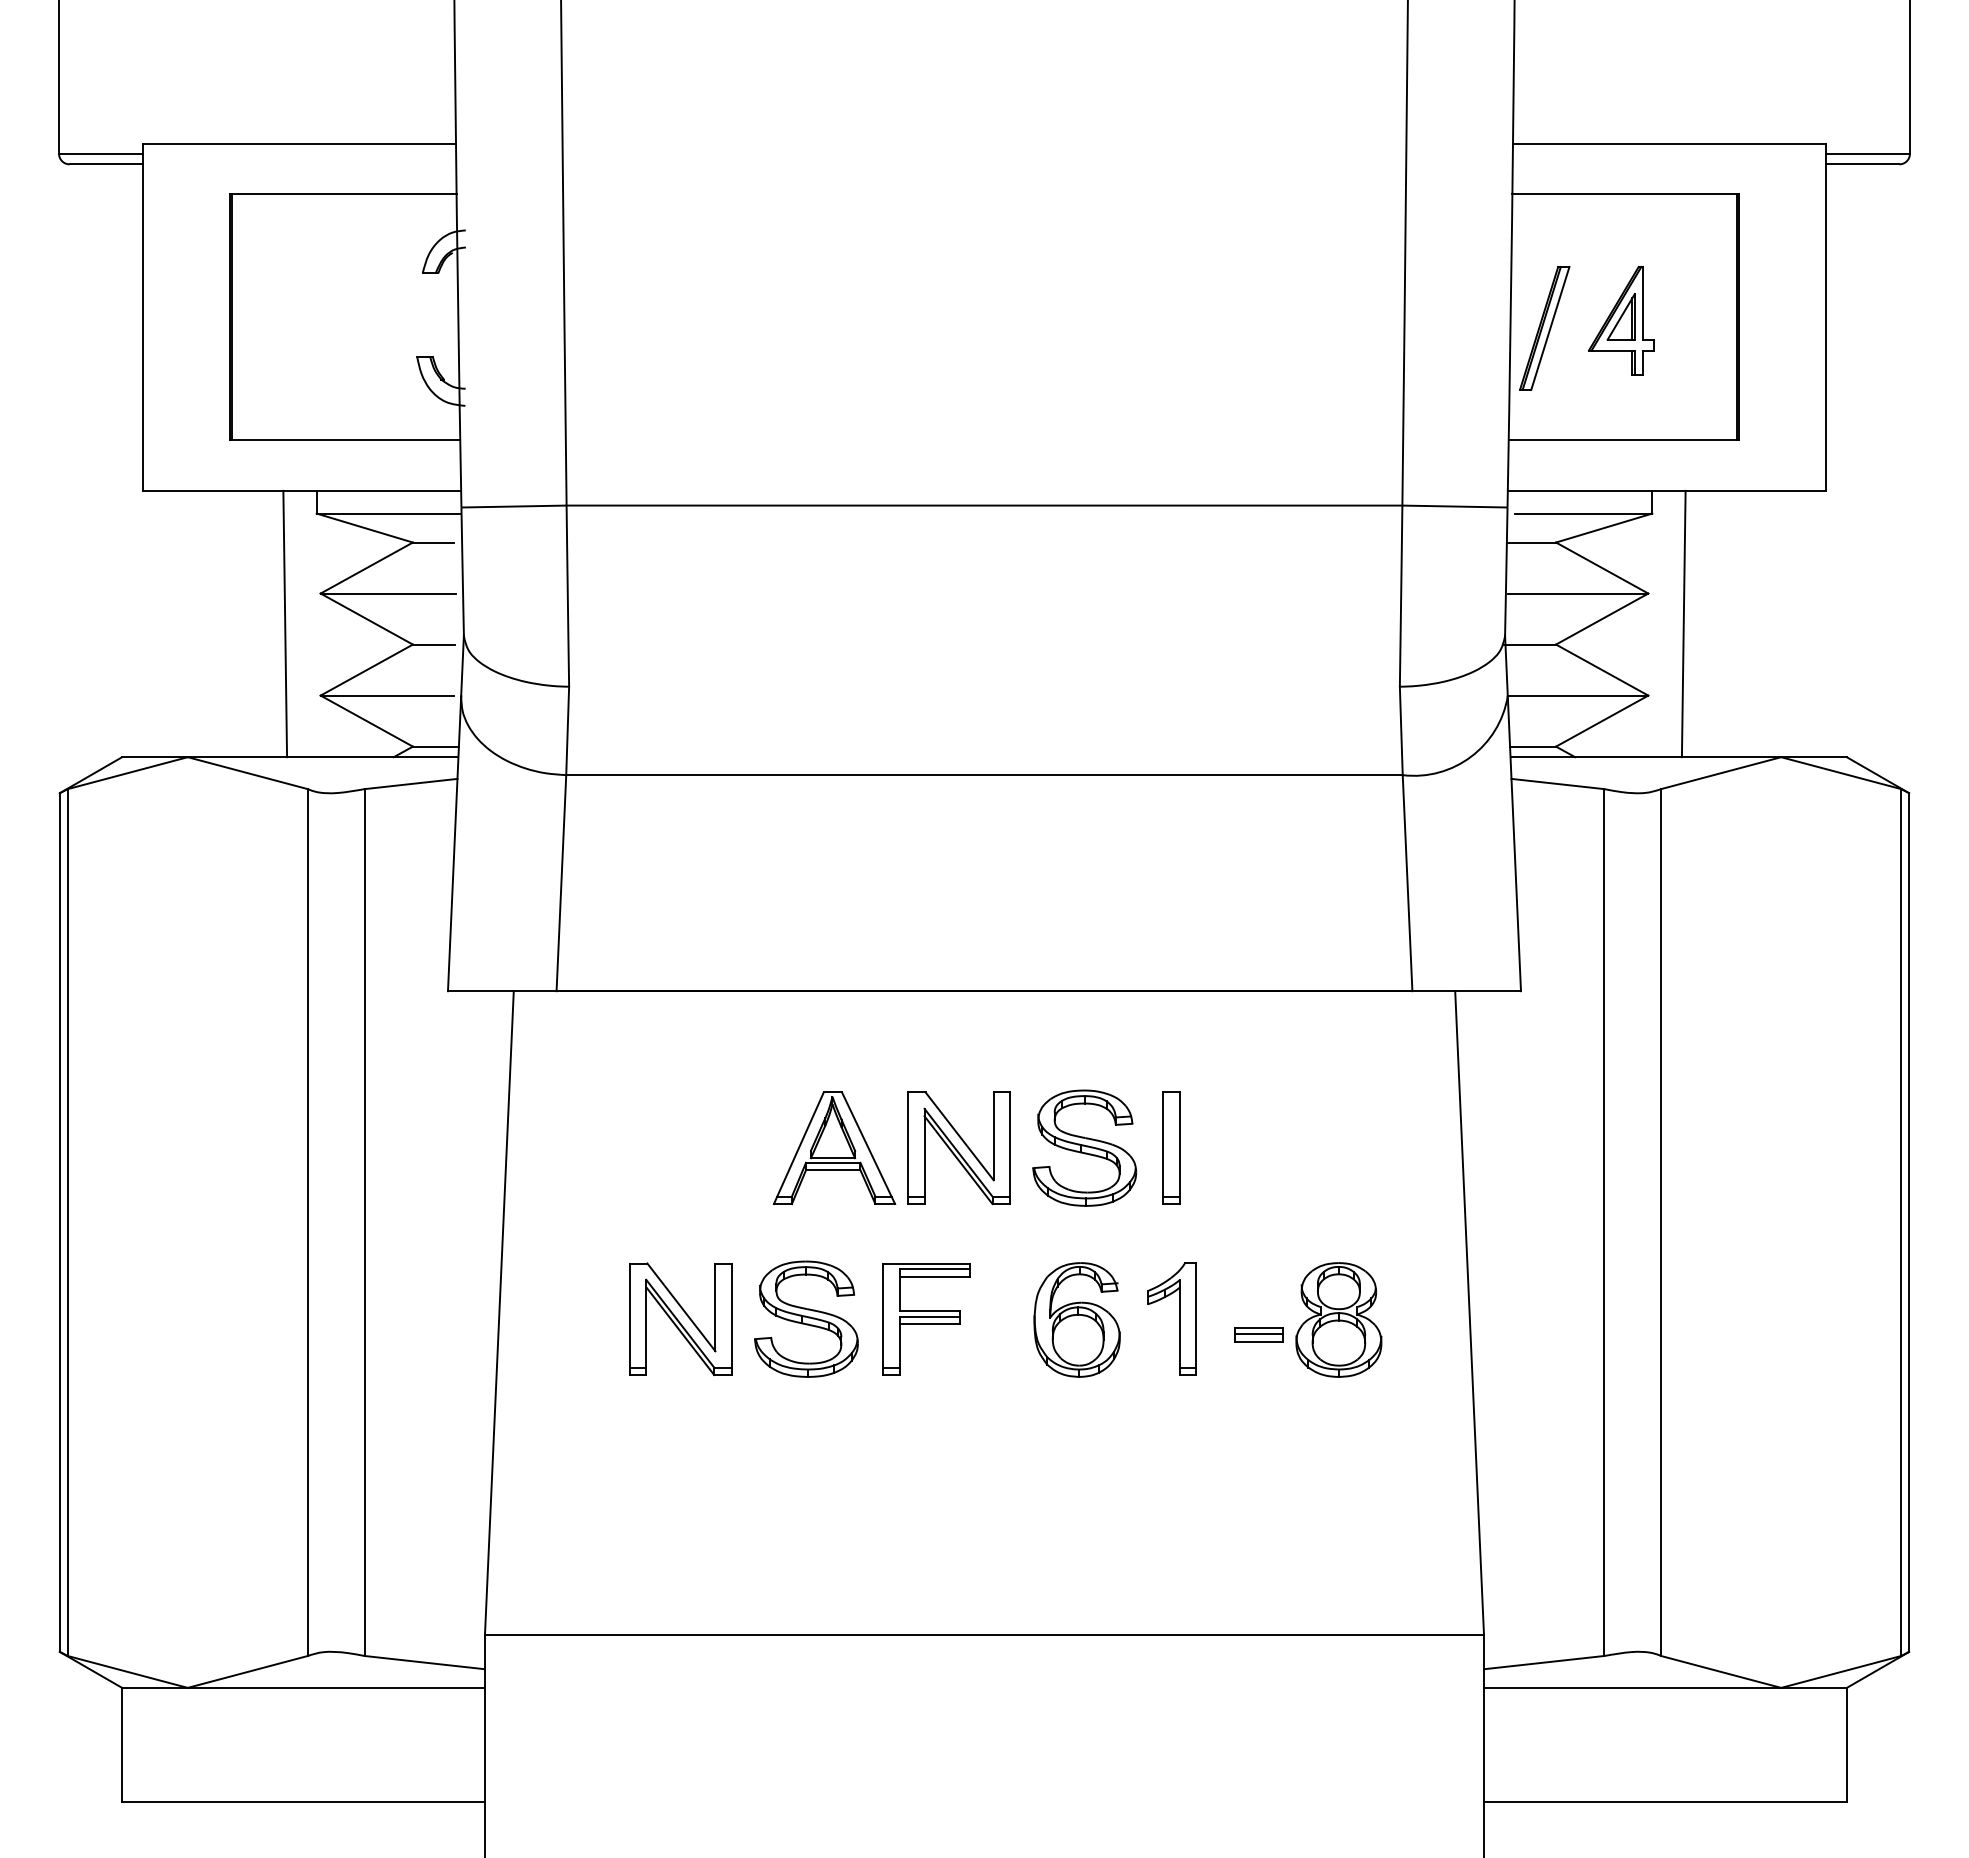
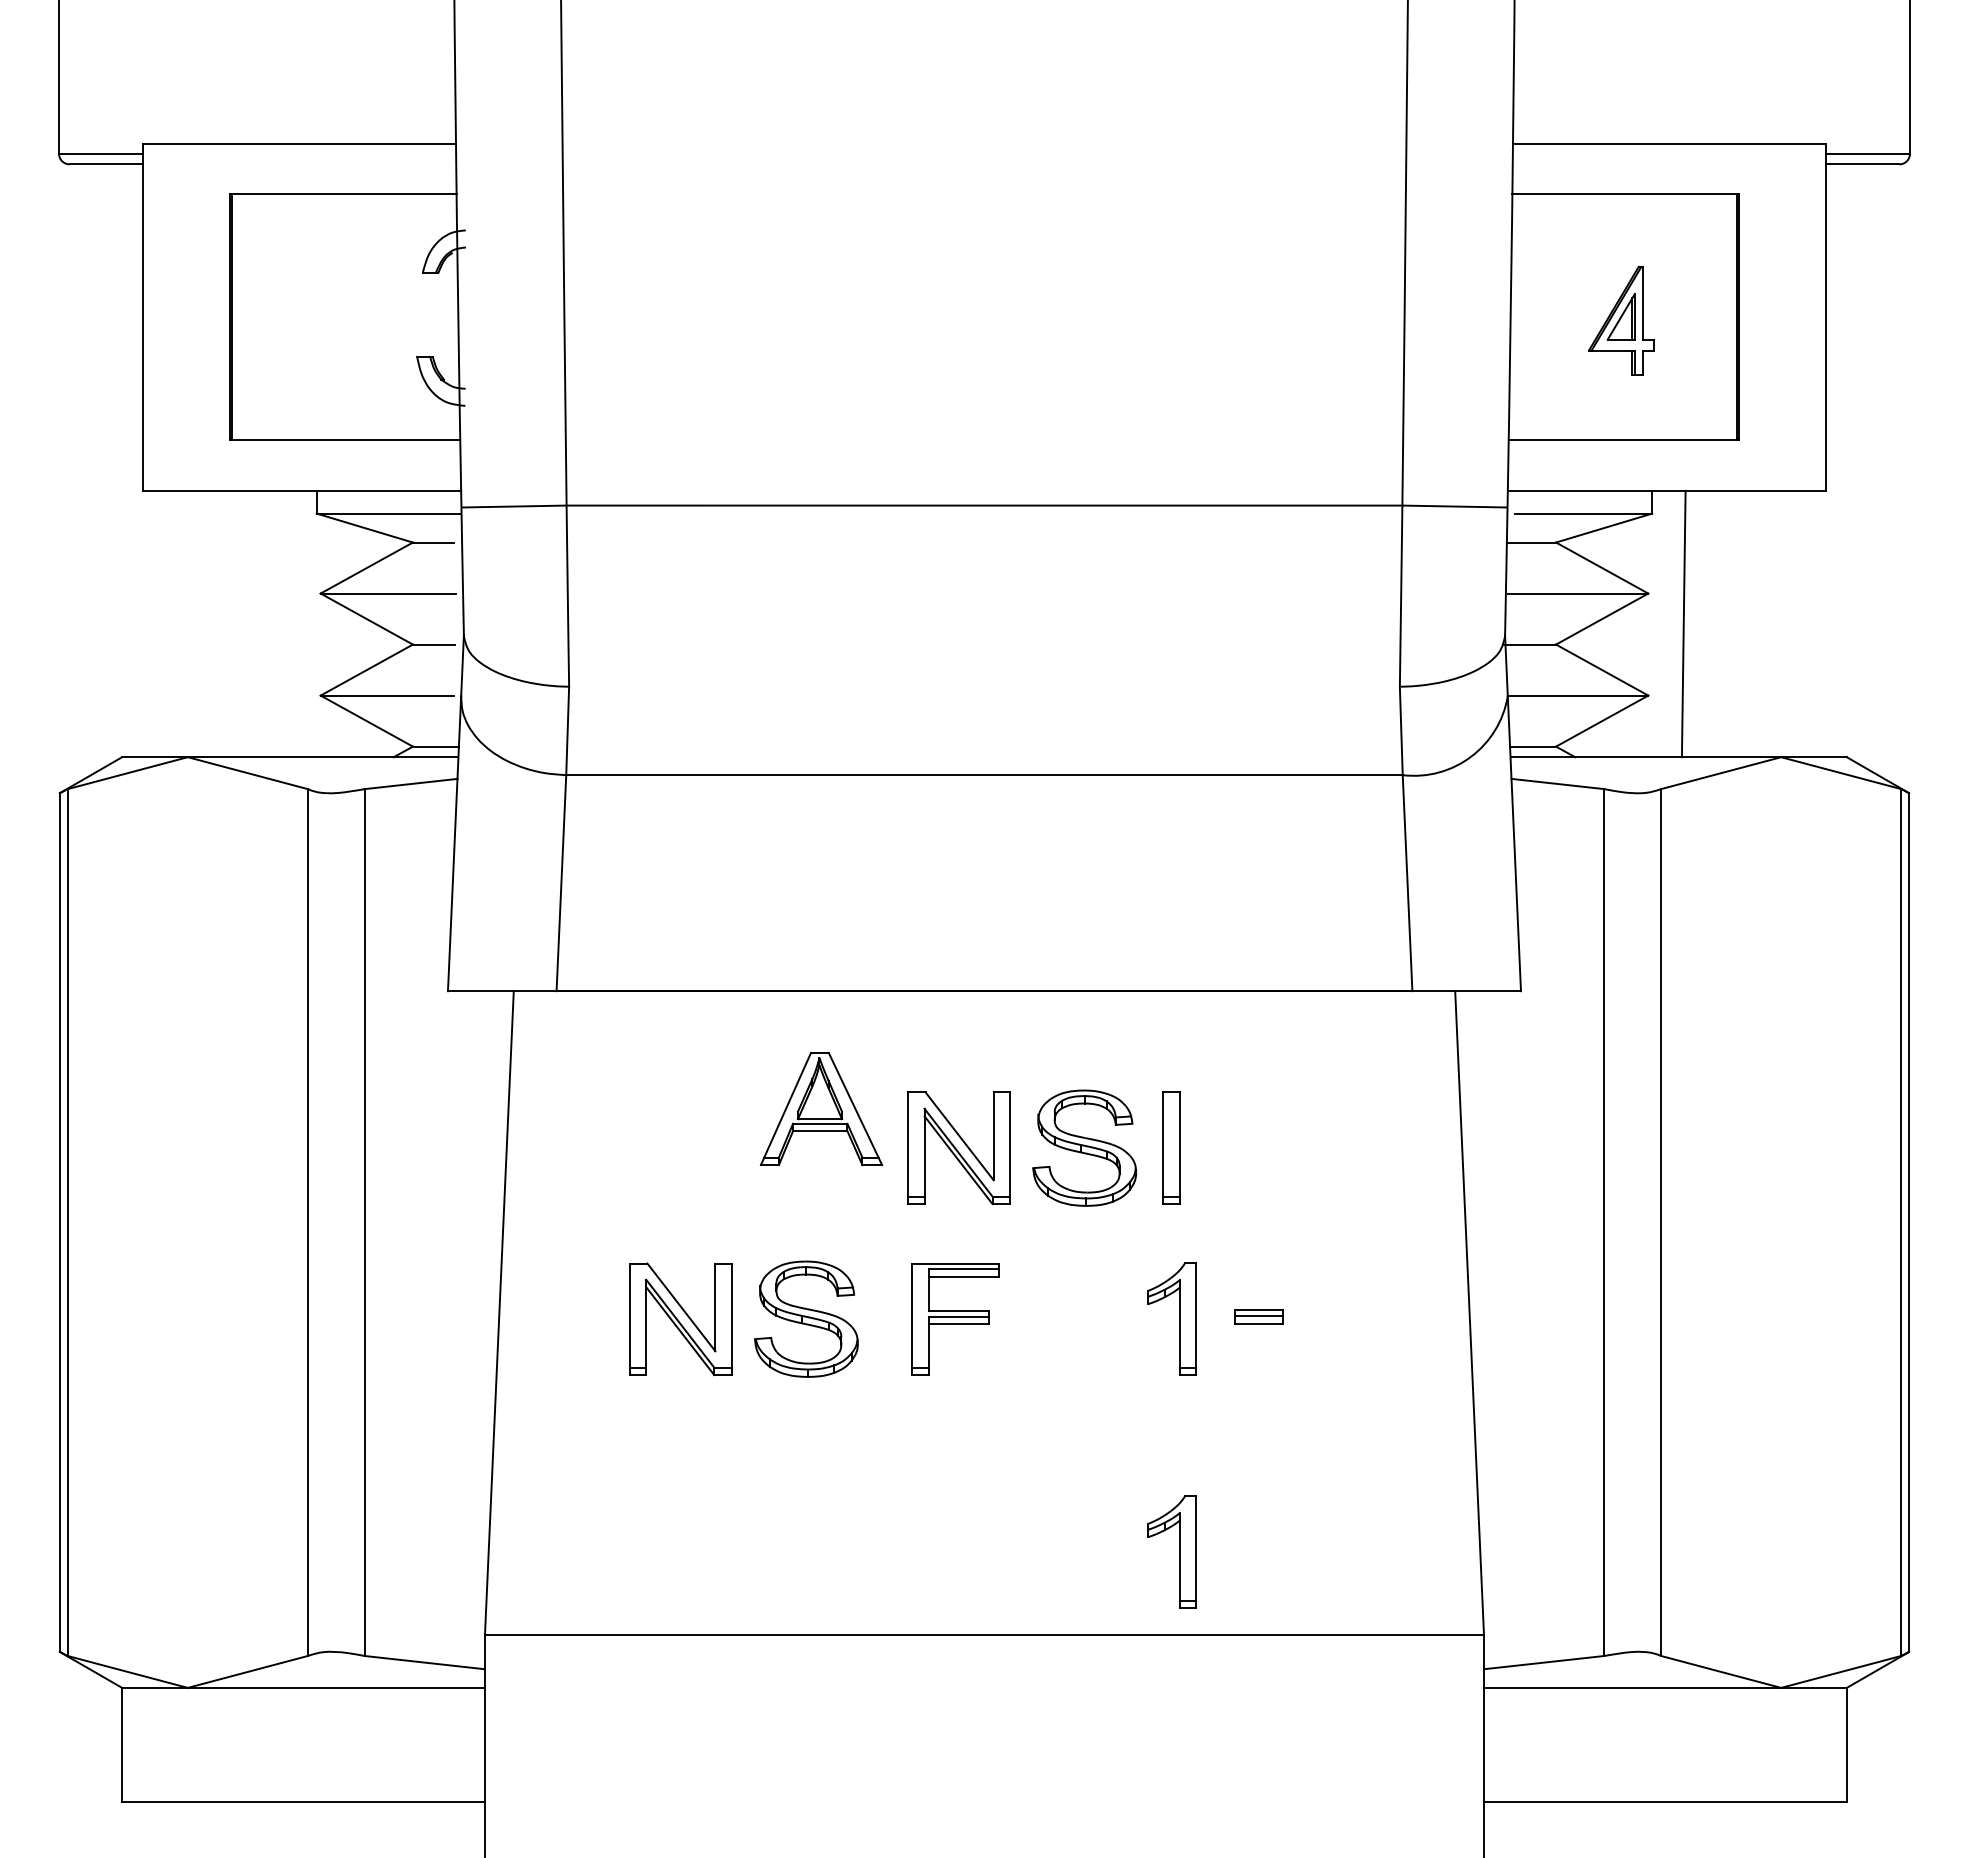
part at (1544, 327): present -> none
line at (285, 623): present -> none
part at (834, 1147) position: (834, 1147) -> (821, 1108)
part at (926, 1319) position: (926, 1319) -> (955, 1319)
part at (1076, 1319): present -> none
part at (1338, 1319): present -> none
part at (1258, 1334) position: (1258, 1334) -> (1258, 1316)
part at (1179, 1551): none -> present
